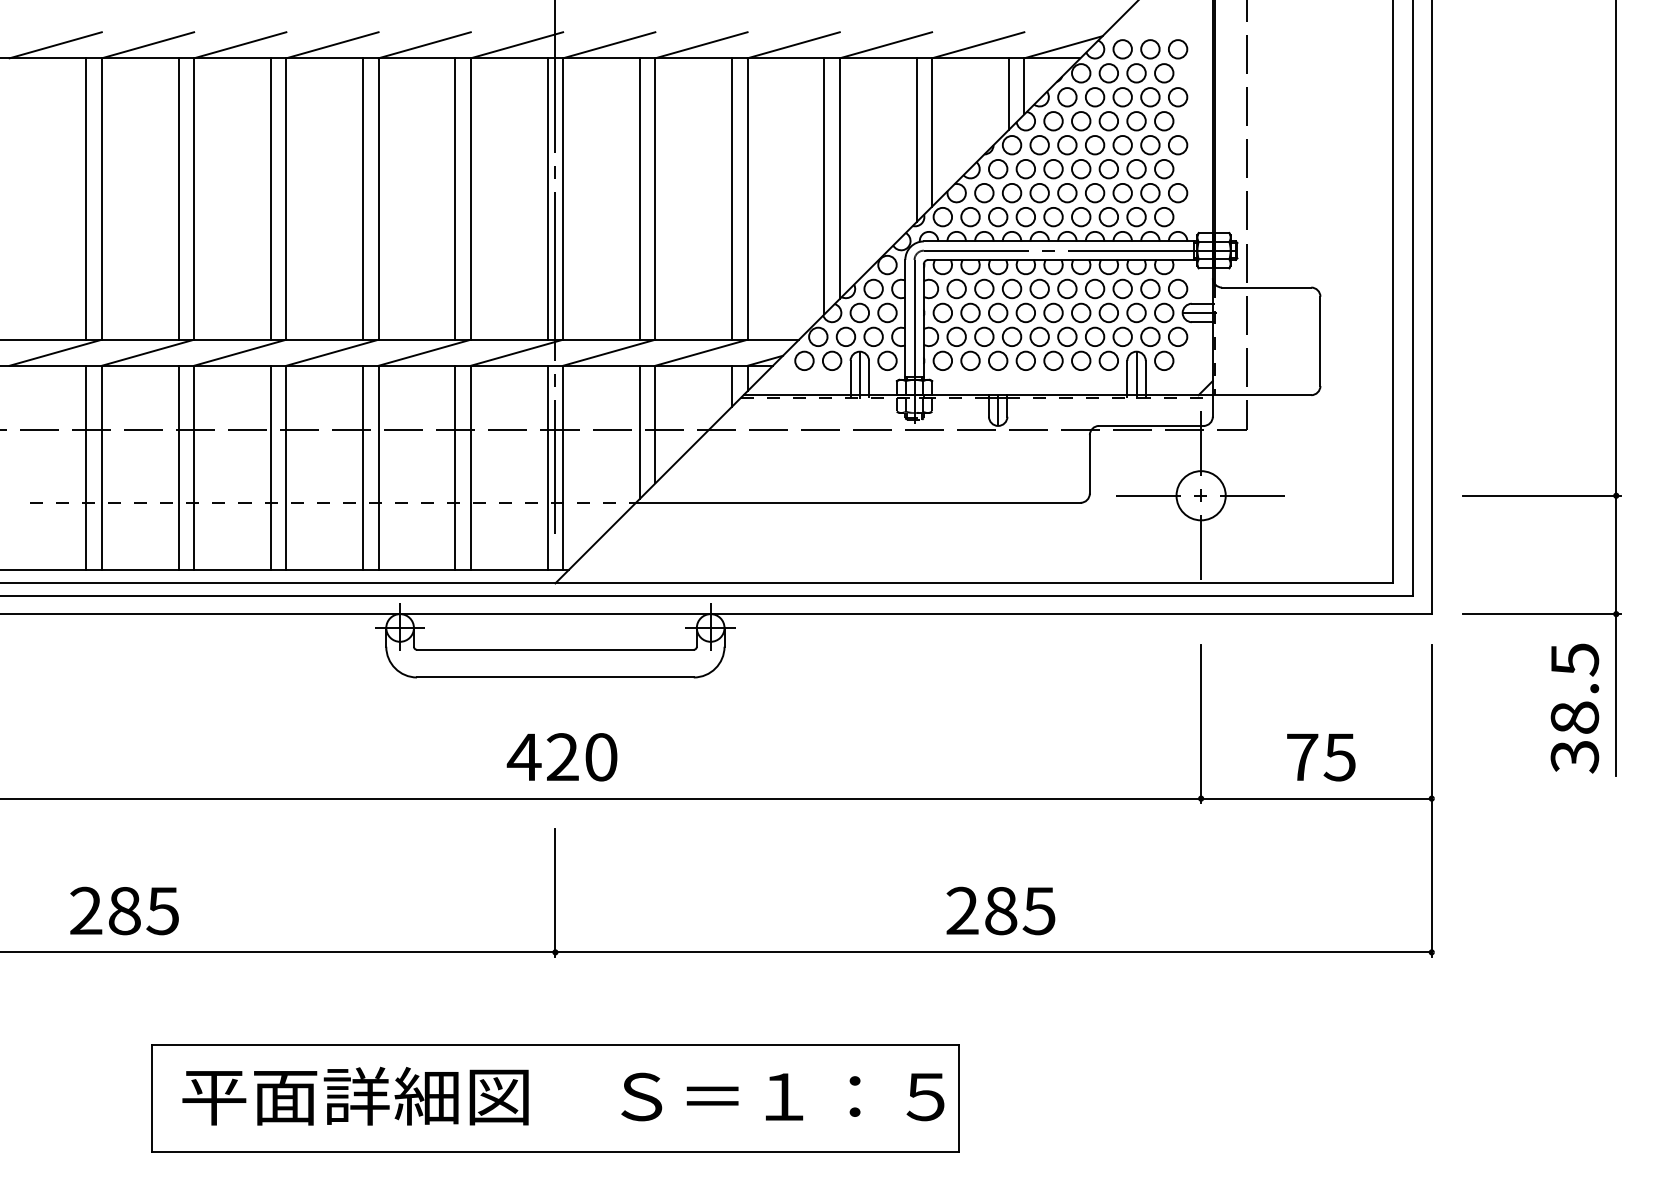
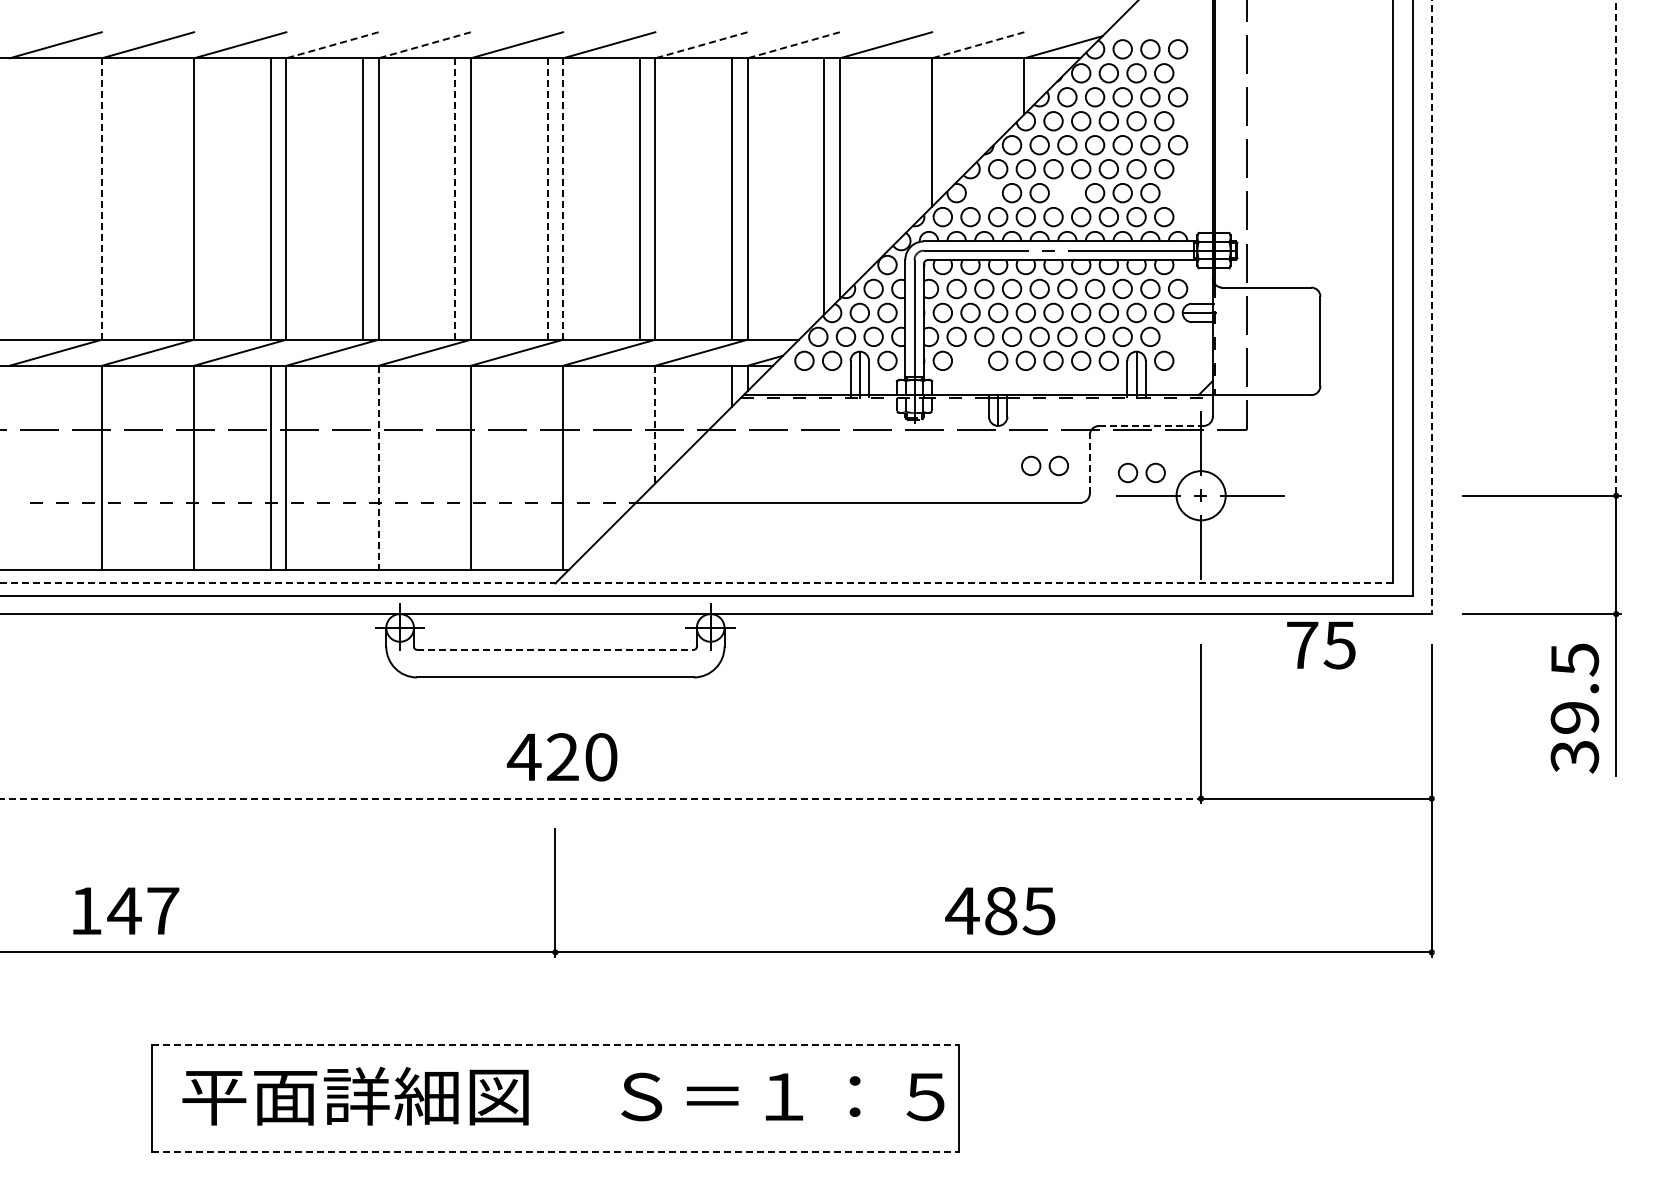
line at (332, 45): solid -> dashed
line at (424, 45): solid -> dashed
line at (701, 45): solid -> dashed
line at (793, 45): solid -> dashed
line at (978, 45): solid -> dashed
line at (1008, 93): present -> none
line at (916, 140): present -> none
circle at (984, 193): present -> none
circle at (1067, 193): present -> none
circle at (1178, 193): present -> none
line at (86, 198): present -> none
line at (178, 198): present -> none
line at (101, 199): solid -> dashed
line at (455, 199): solid -> dashed
line at (547, 199): solid -> dashed
line at (563, 199): solid -> dashed
line at (1616, 248): solid -> dashed
line at (555, 267): present -> none
line at (1431, 307): solid -> dashed
circle at (1178, 336): present -> none
circle at (970, 360): present -> none
line at (655, 424): solid -> dashed
line at (1151, 425): solid -> dashed
line at (639, 431): present -> none
line at (1089, 463): solid -> dashed
part at (1044, 465): none -> present
line at (86, 467): present -> none
line at (178, 467): present -> none
line at (363, 467): present -> none
line at (378, 467): solid -> dashed
line at (455, 467): present -> none
line at (547, 467): present -> none
part at (1141, 472): none -> present
line at (696, 583): solid -> dashed
line at (555, 649): solid -> dashed
text at (1574, 717): 38.5 -> 39.5
text at (1321, 757) position: (1321, 757) -> (1321, 645)
line at (601, 798): solid -> dashed
text at (124, 910): 285 -> 147
text at (962, 910): 285 -> 485
line at (555, 1044): solid -> dashed
line at (555, 1152): solid -> dashed
